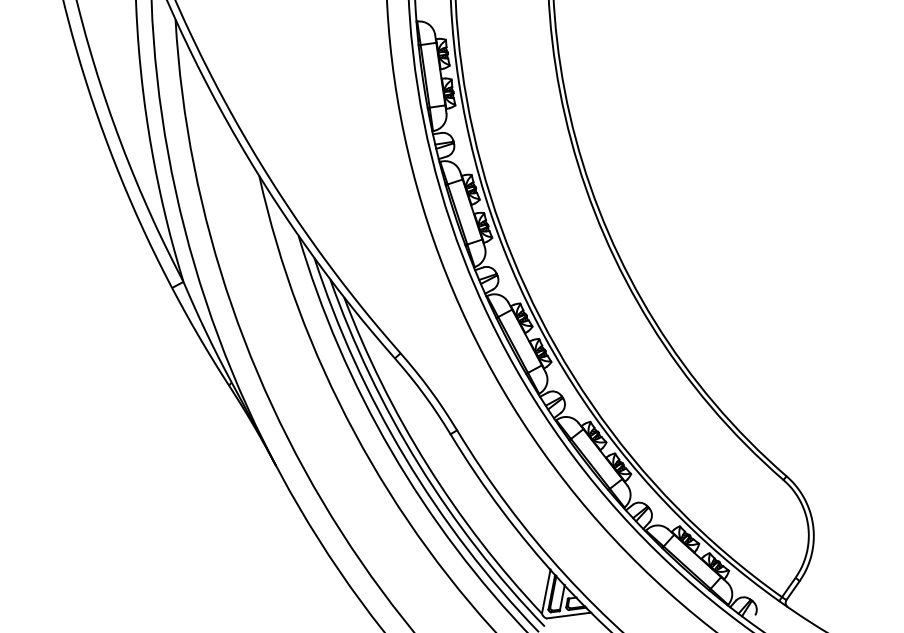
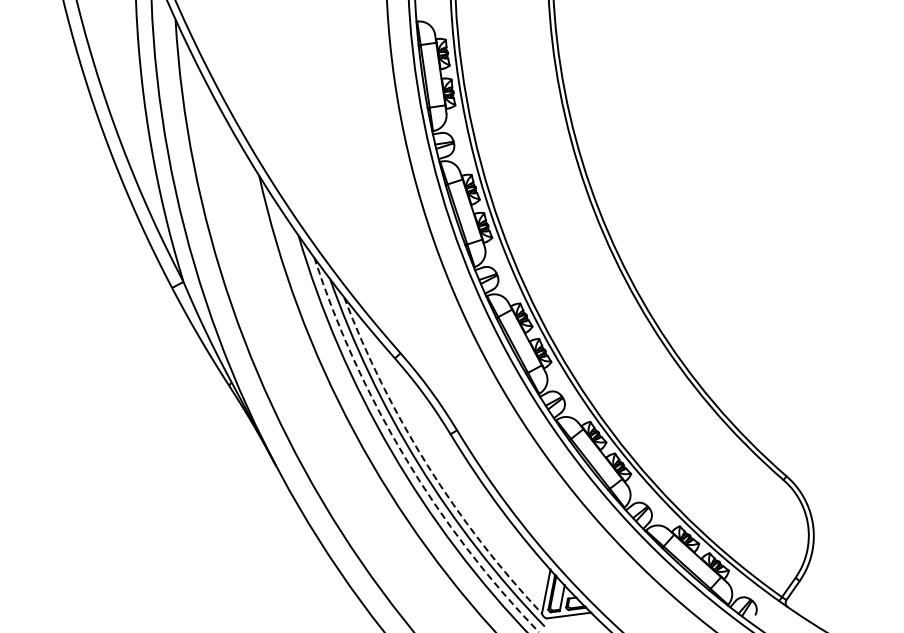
arc at (405, 457): solid -> dashed
arc at (427, 465): solid -> dashed
